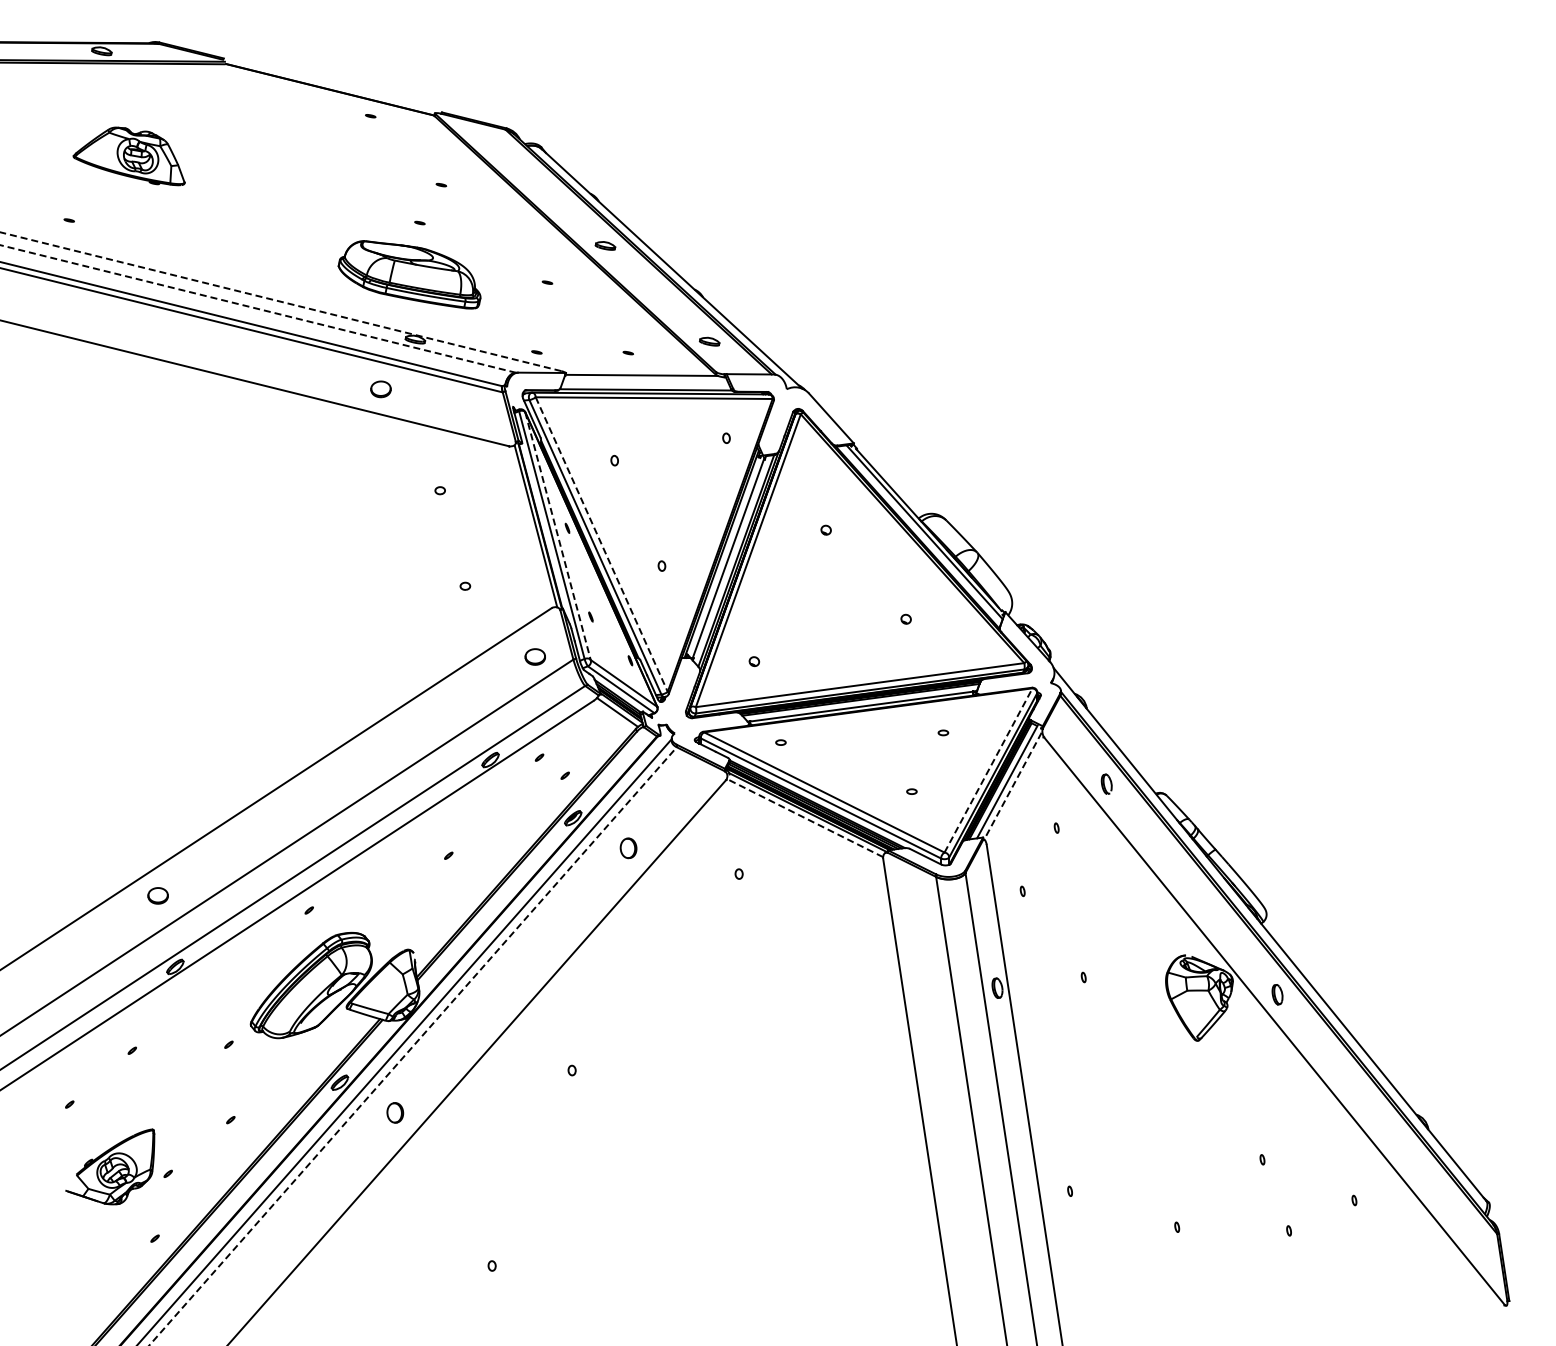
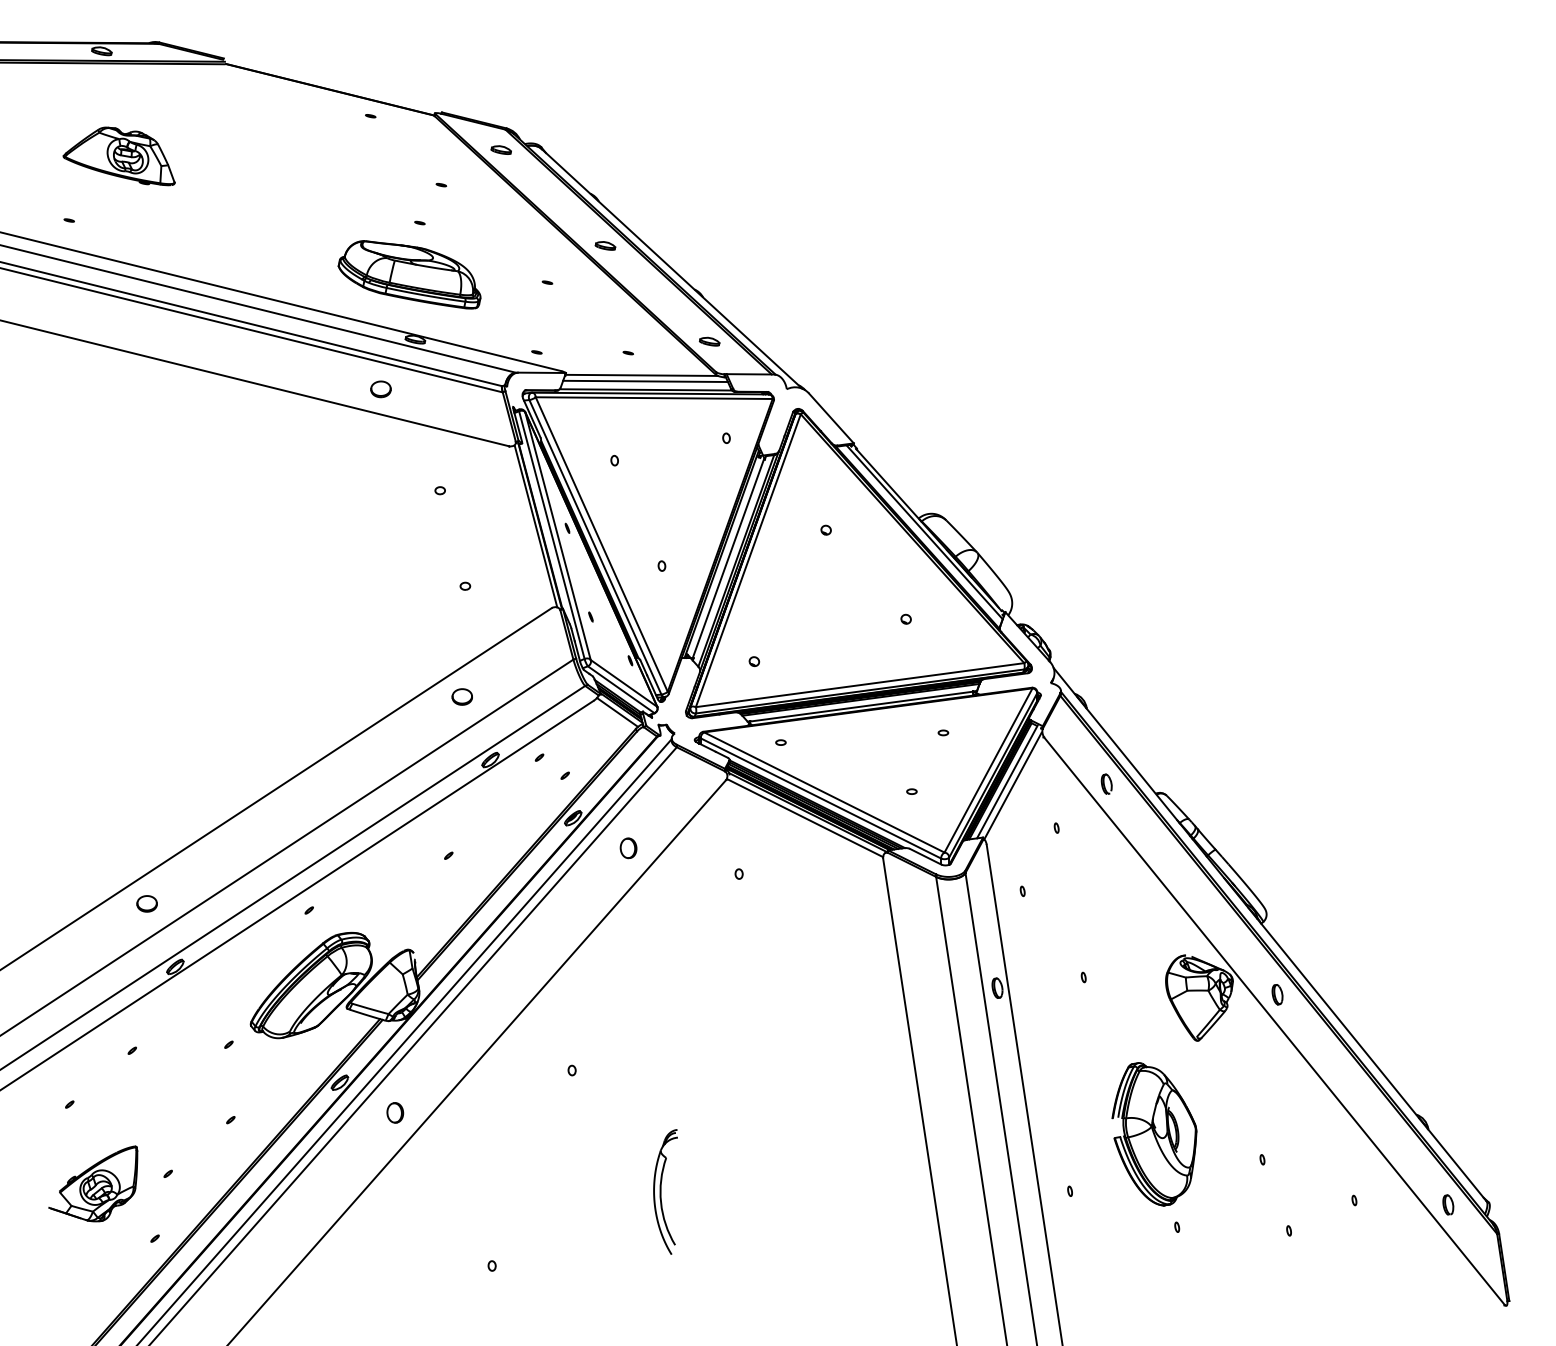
part at (500, 149): none -> present
part at (128, 156) position: (128, 156) -> (118, 156)
line at (280, 301): dashed -> solid
line at (258, 308): dashed -> solid
line at (645, 381): none -> present
line at (558, 536): dashed -> solid
line at (601, 545): dashed -> solid
part at (534, 656) position: (534, 656) -> (461, 696)
line at (988, 770): dashed -> solid
line at (1012, 786): dashed -> solid
line at (804, 817): dashed -> solid
part at (157, 895) position: (157, 895) -> (146, 903)
line at (413, 1046): dashed -> solid
part at (1154, 1134): none -> present
part at (110, 1166) position: (110, 1166) -> (93, 1183)
part at (665, 1191): none -> present
part at (1448, 1204): none -> present
